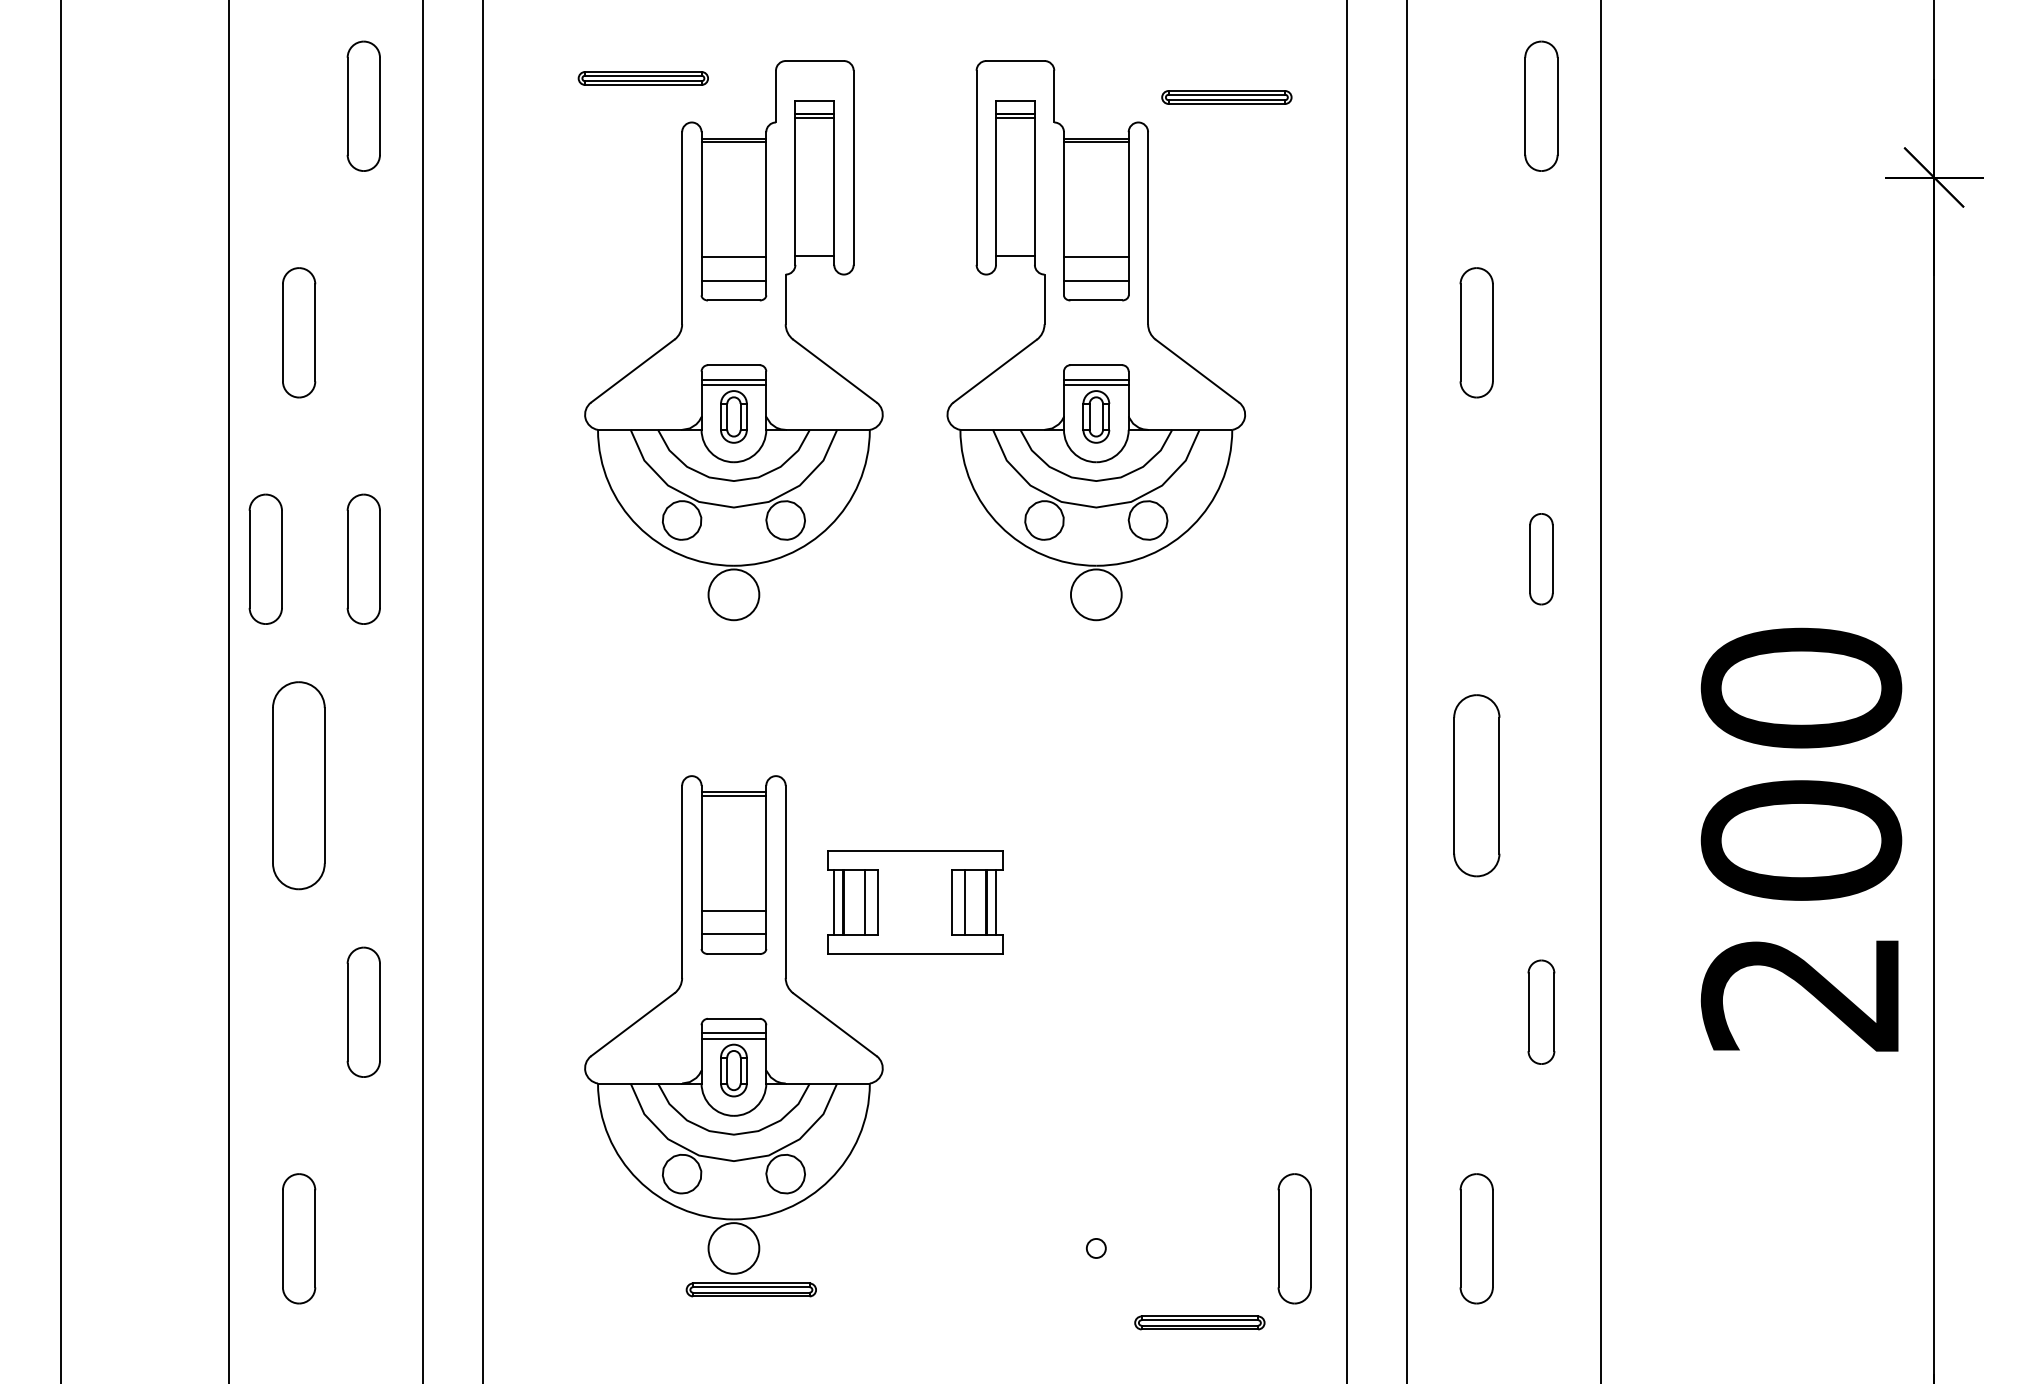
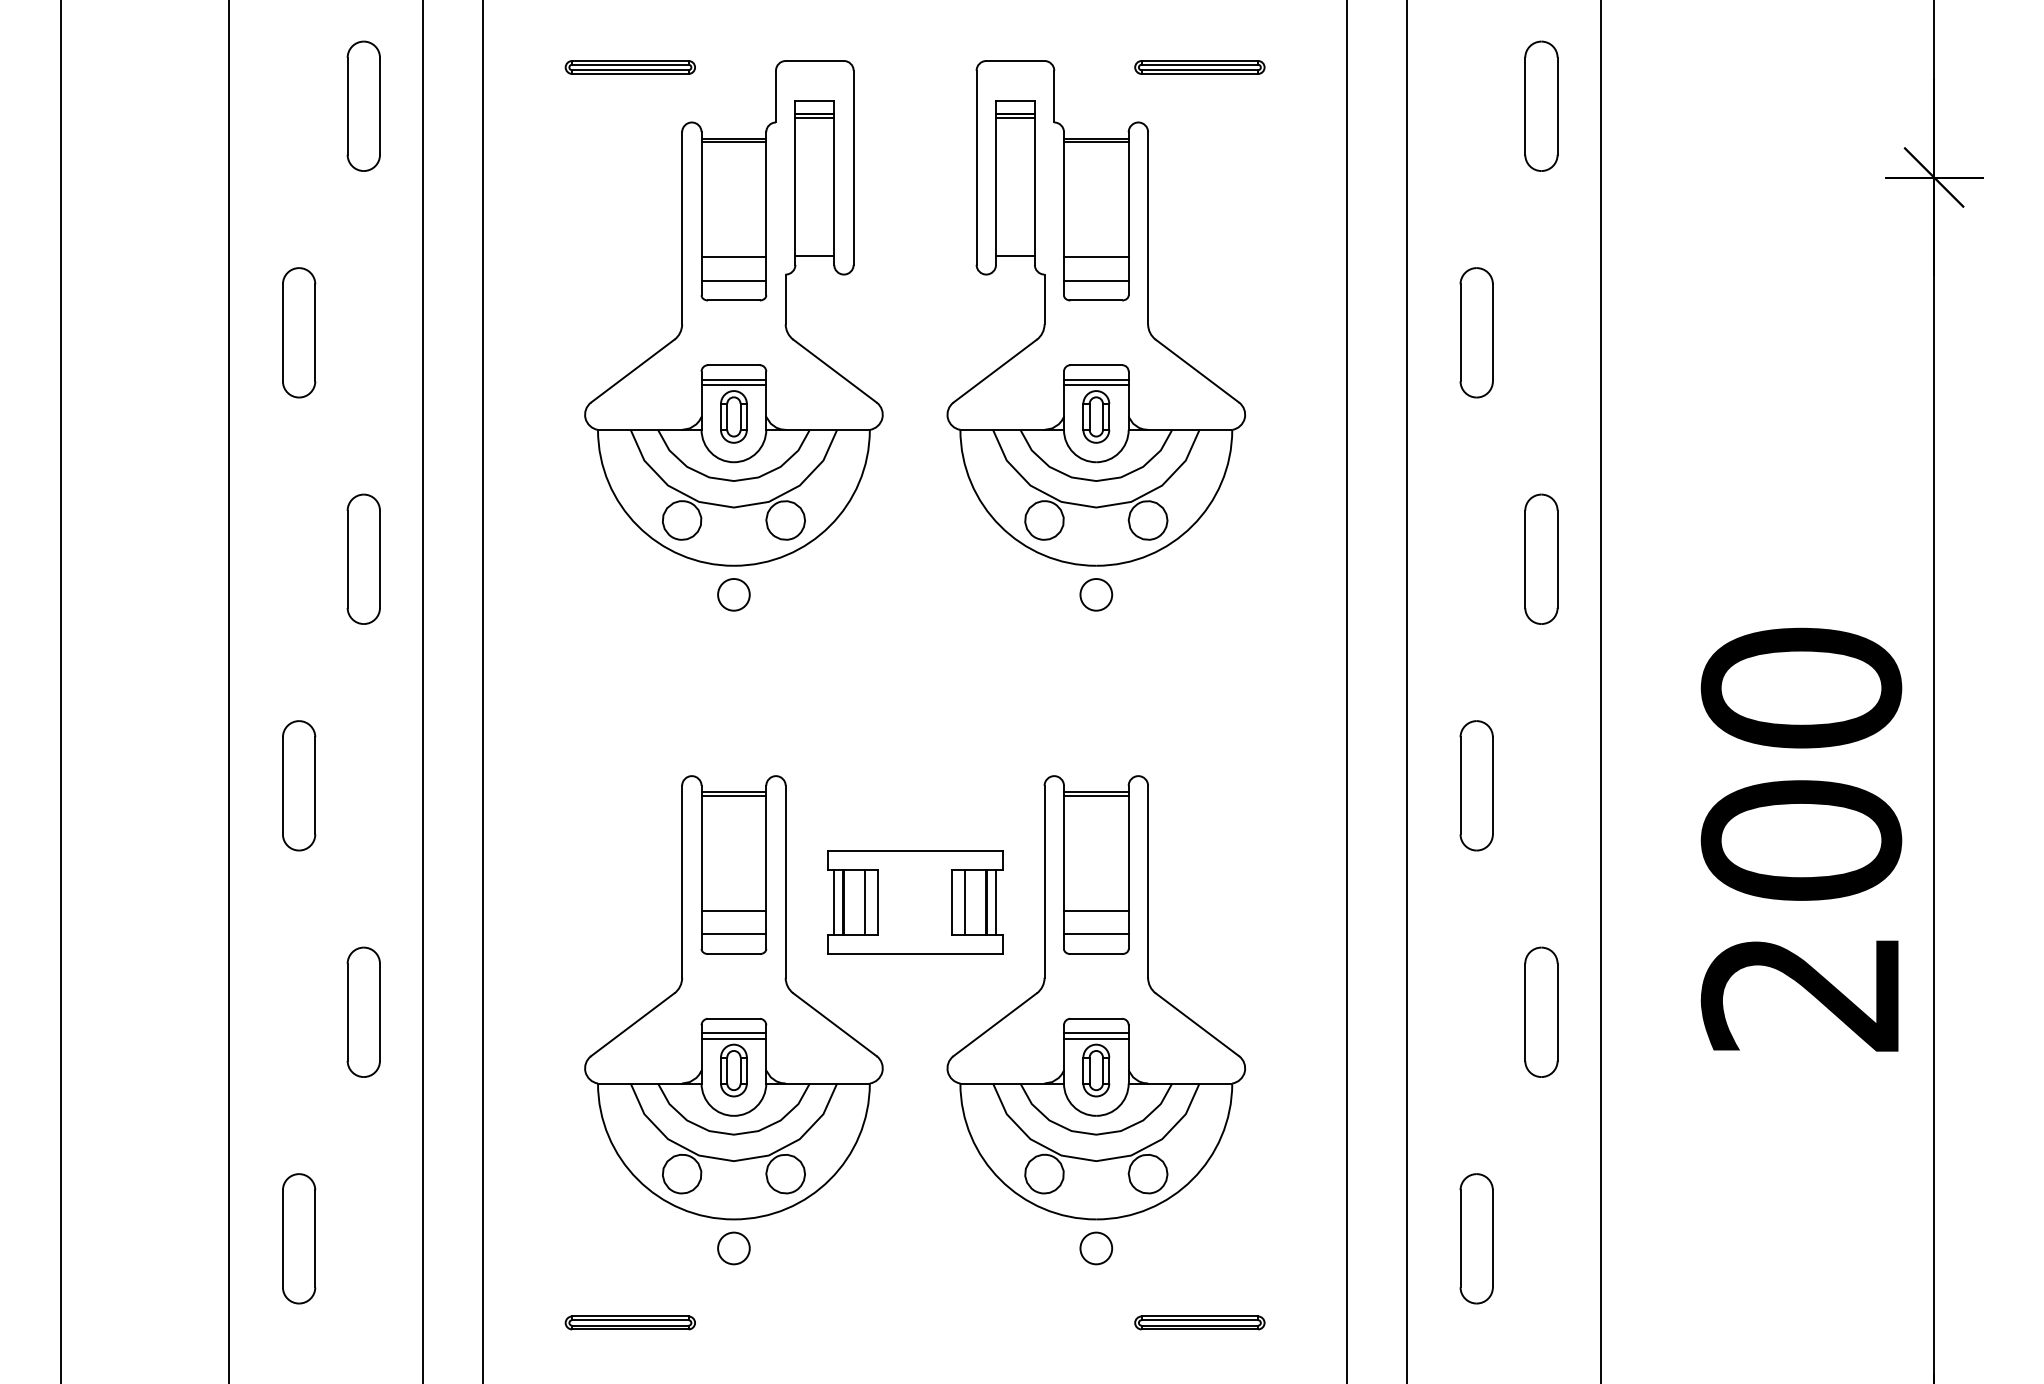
part at (642, 78) position: (642, 78) -> (629, 67)
part at (1226, 97) position: (1226, 97) -> (1199, 67)
part at (265, 558): present -> none
part at (1541, 559) size: 25x93 px -> 35x132 px
circle at (733, 594) diameter: 51 px -> 32 px
circle at (1095, 594) diameter: 51 px -> 32 px
part at (298, 785) size: 54x210 px -> 35x132 px
part at (1476, 785) size: 48x184 px -> 35x132 px
part at (1096, 997): none -> present
part at (1541, 1011) size: 29x106 px -> 35x132 px
part at (1294, 1238): present -> none
circle at (1095, 1247) diameter: 19 px -> 32 px
circle at (733, 1248) diameter: 51 px -> 32 px
part at (750, 1289) position: (750, 1289) -> (629, 1322)
